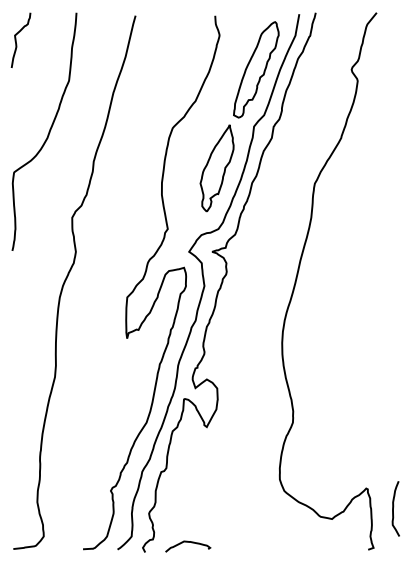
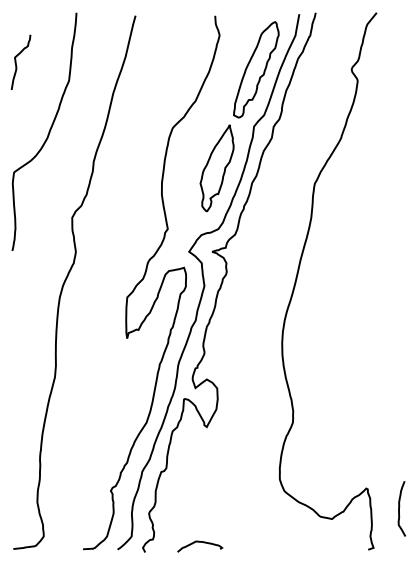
curve at (16, 39) position: (16, 39) -> (16, 61)
curve at (393, 508) position: (393, 508) -> (399, 508)
curve at (188, 542) position: (188, 542) -> (200, 542)
